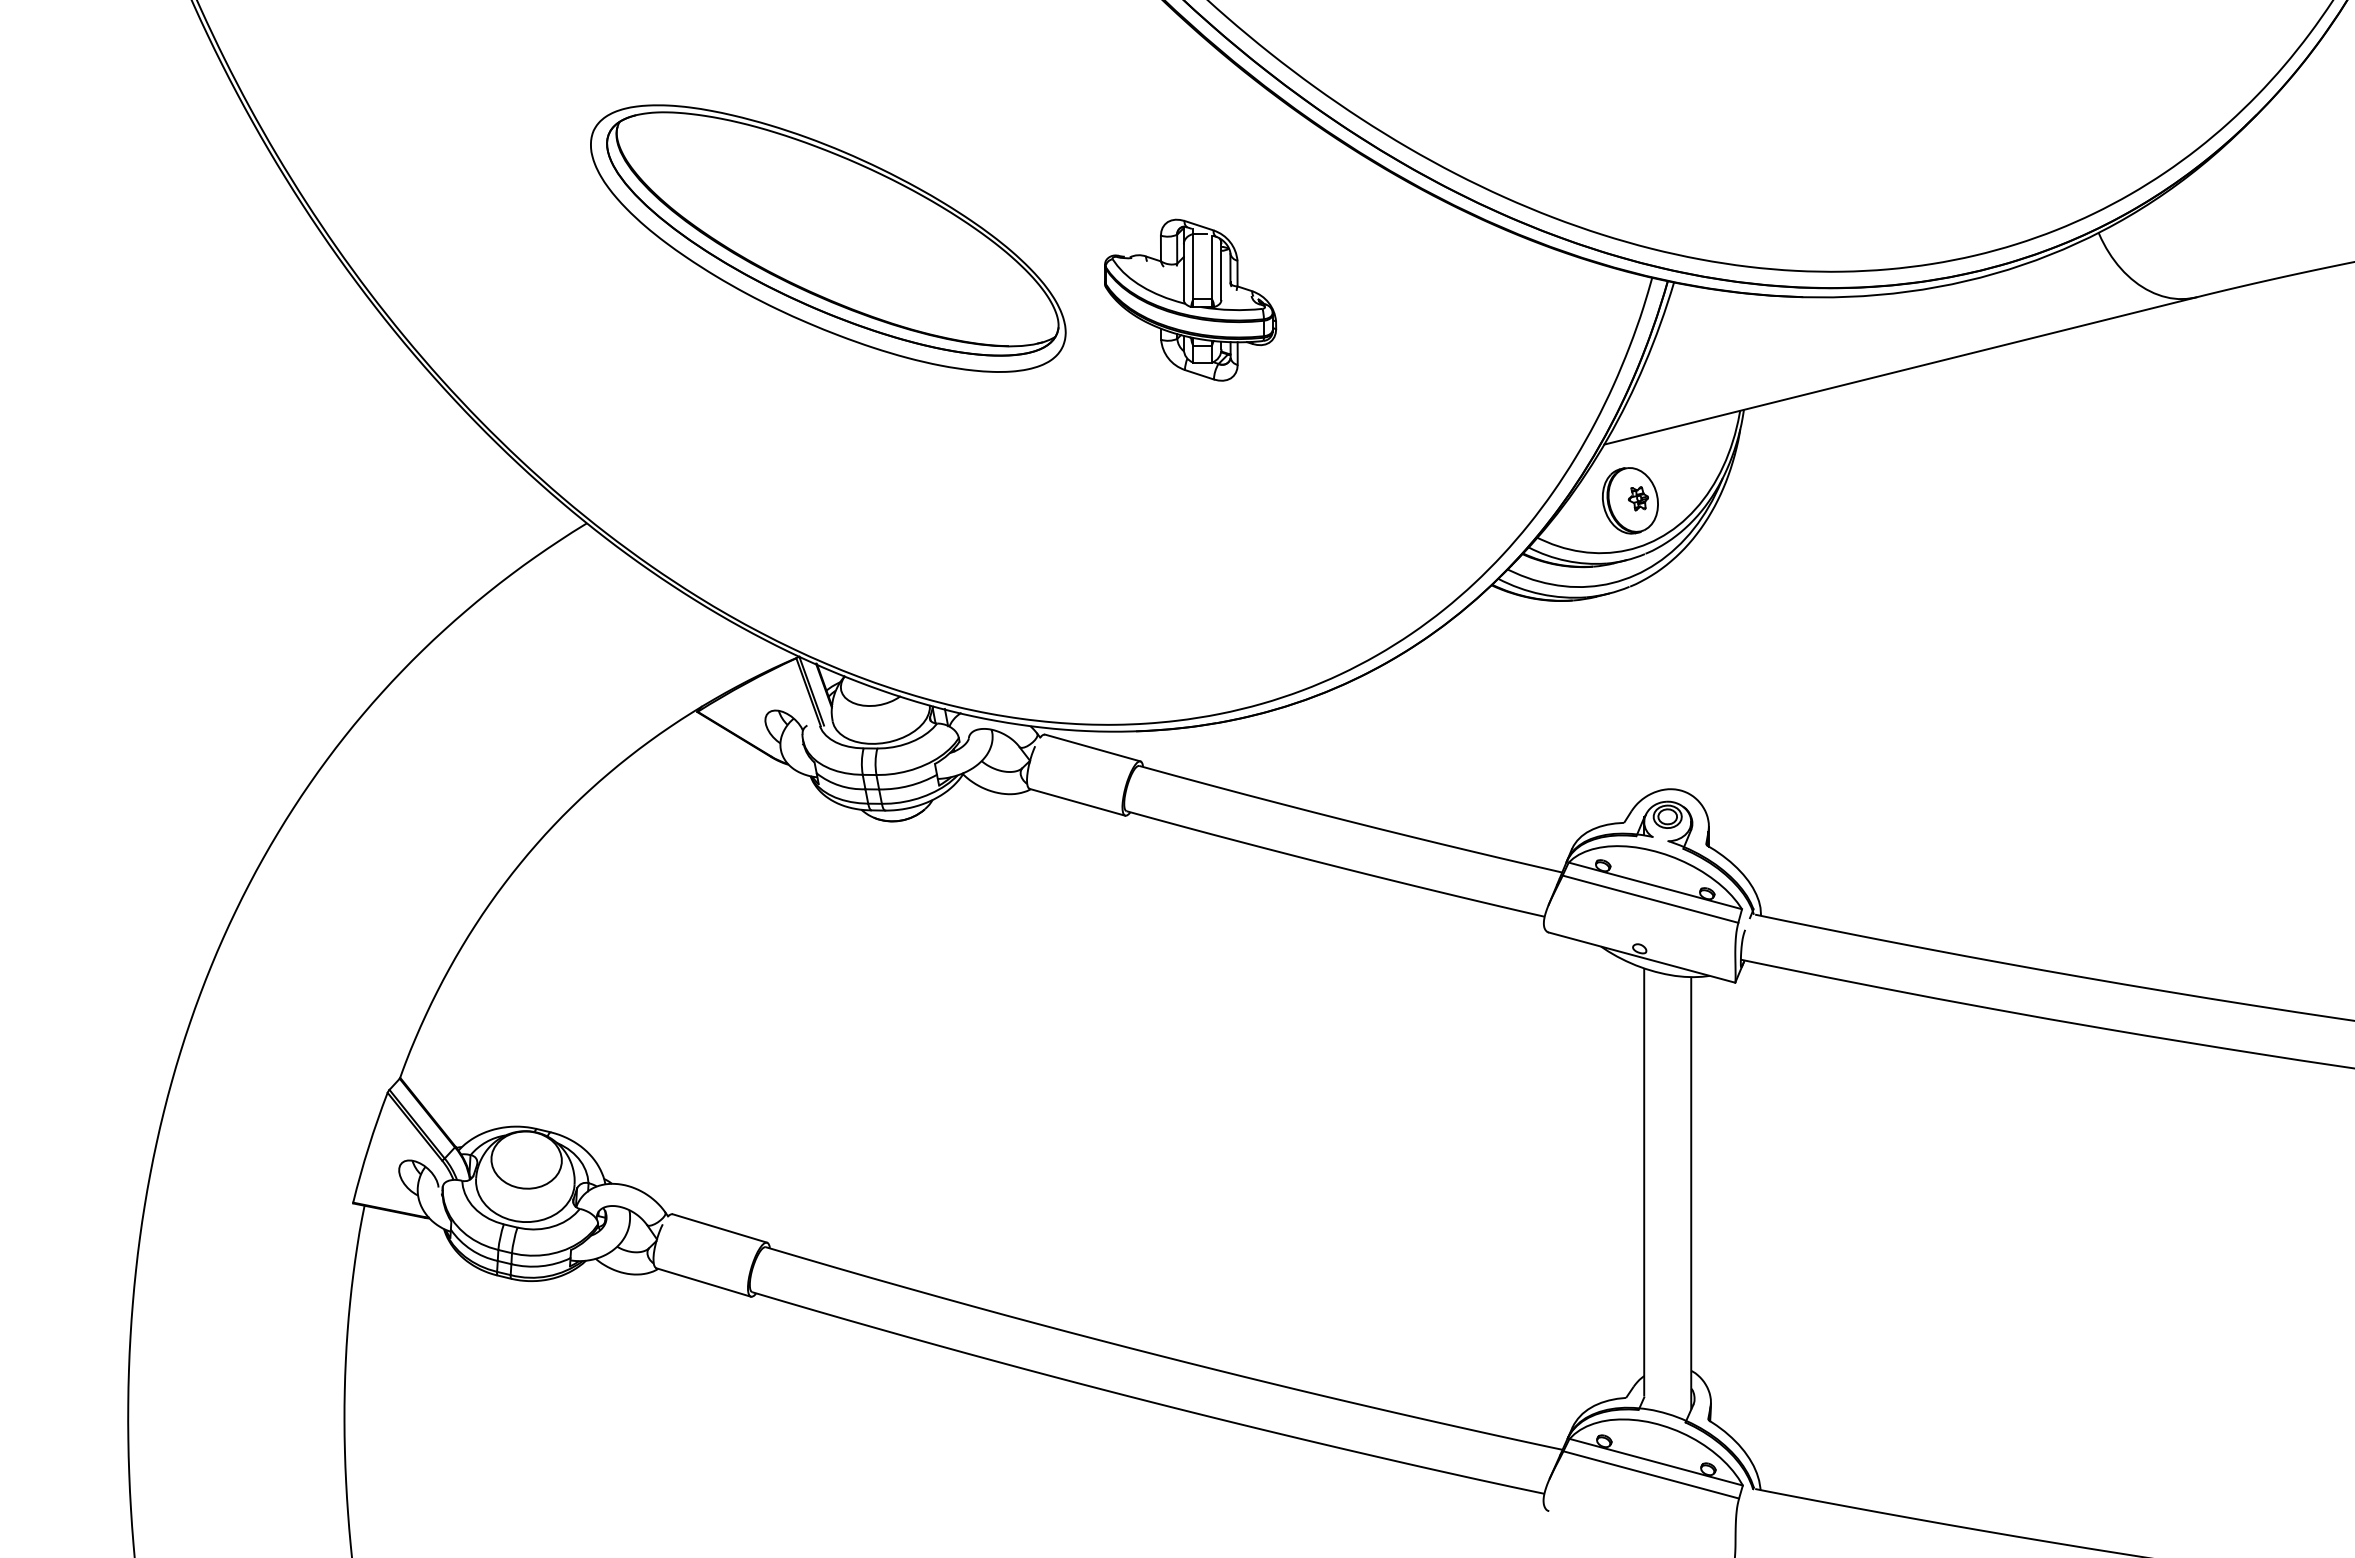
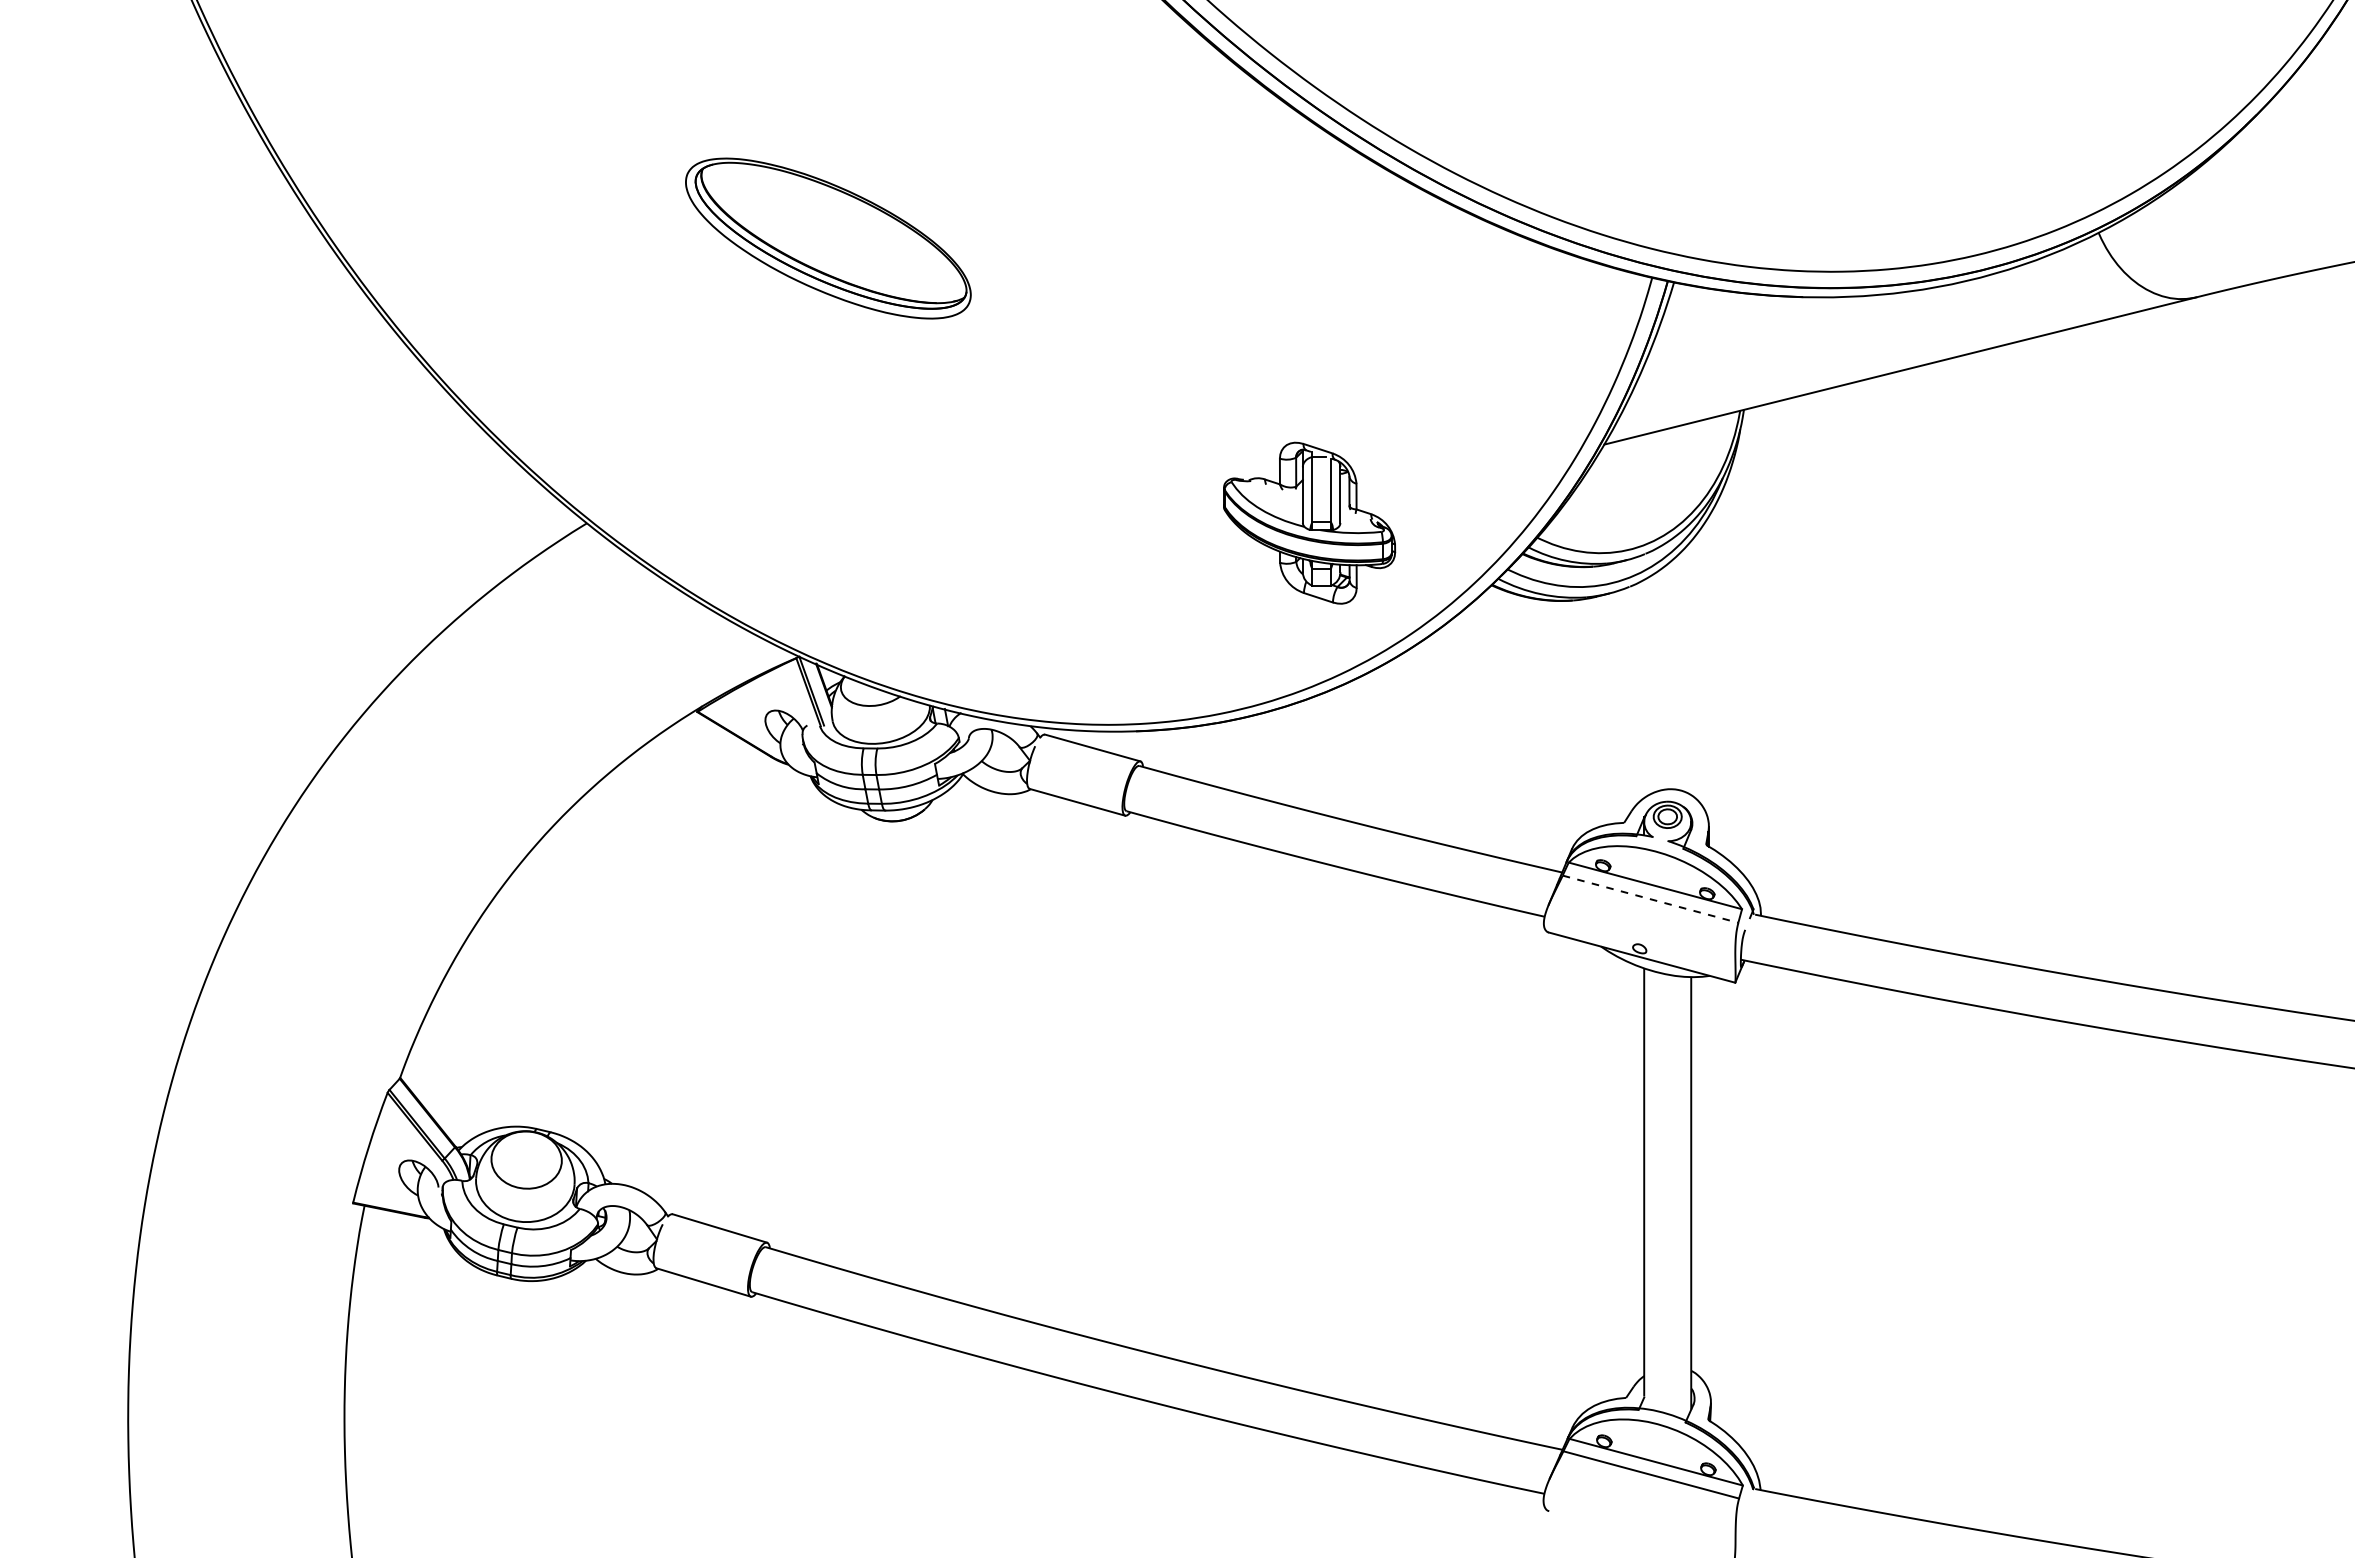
part at (828, 238) size: 477x269 px -> 287x163 px
part at (1190, 299) position: (1190, 299) -> (1309, 522)
part at (1630, 500): present -> none
line at (1650, 899): solid -> dashed
